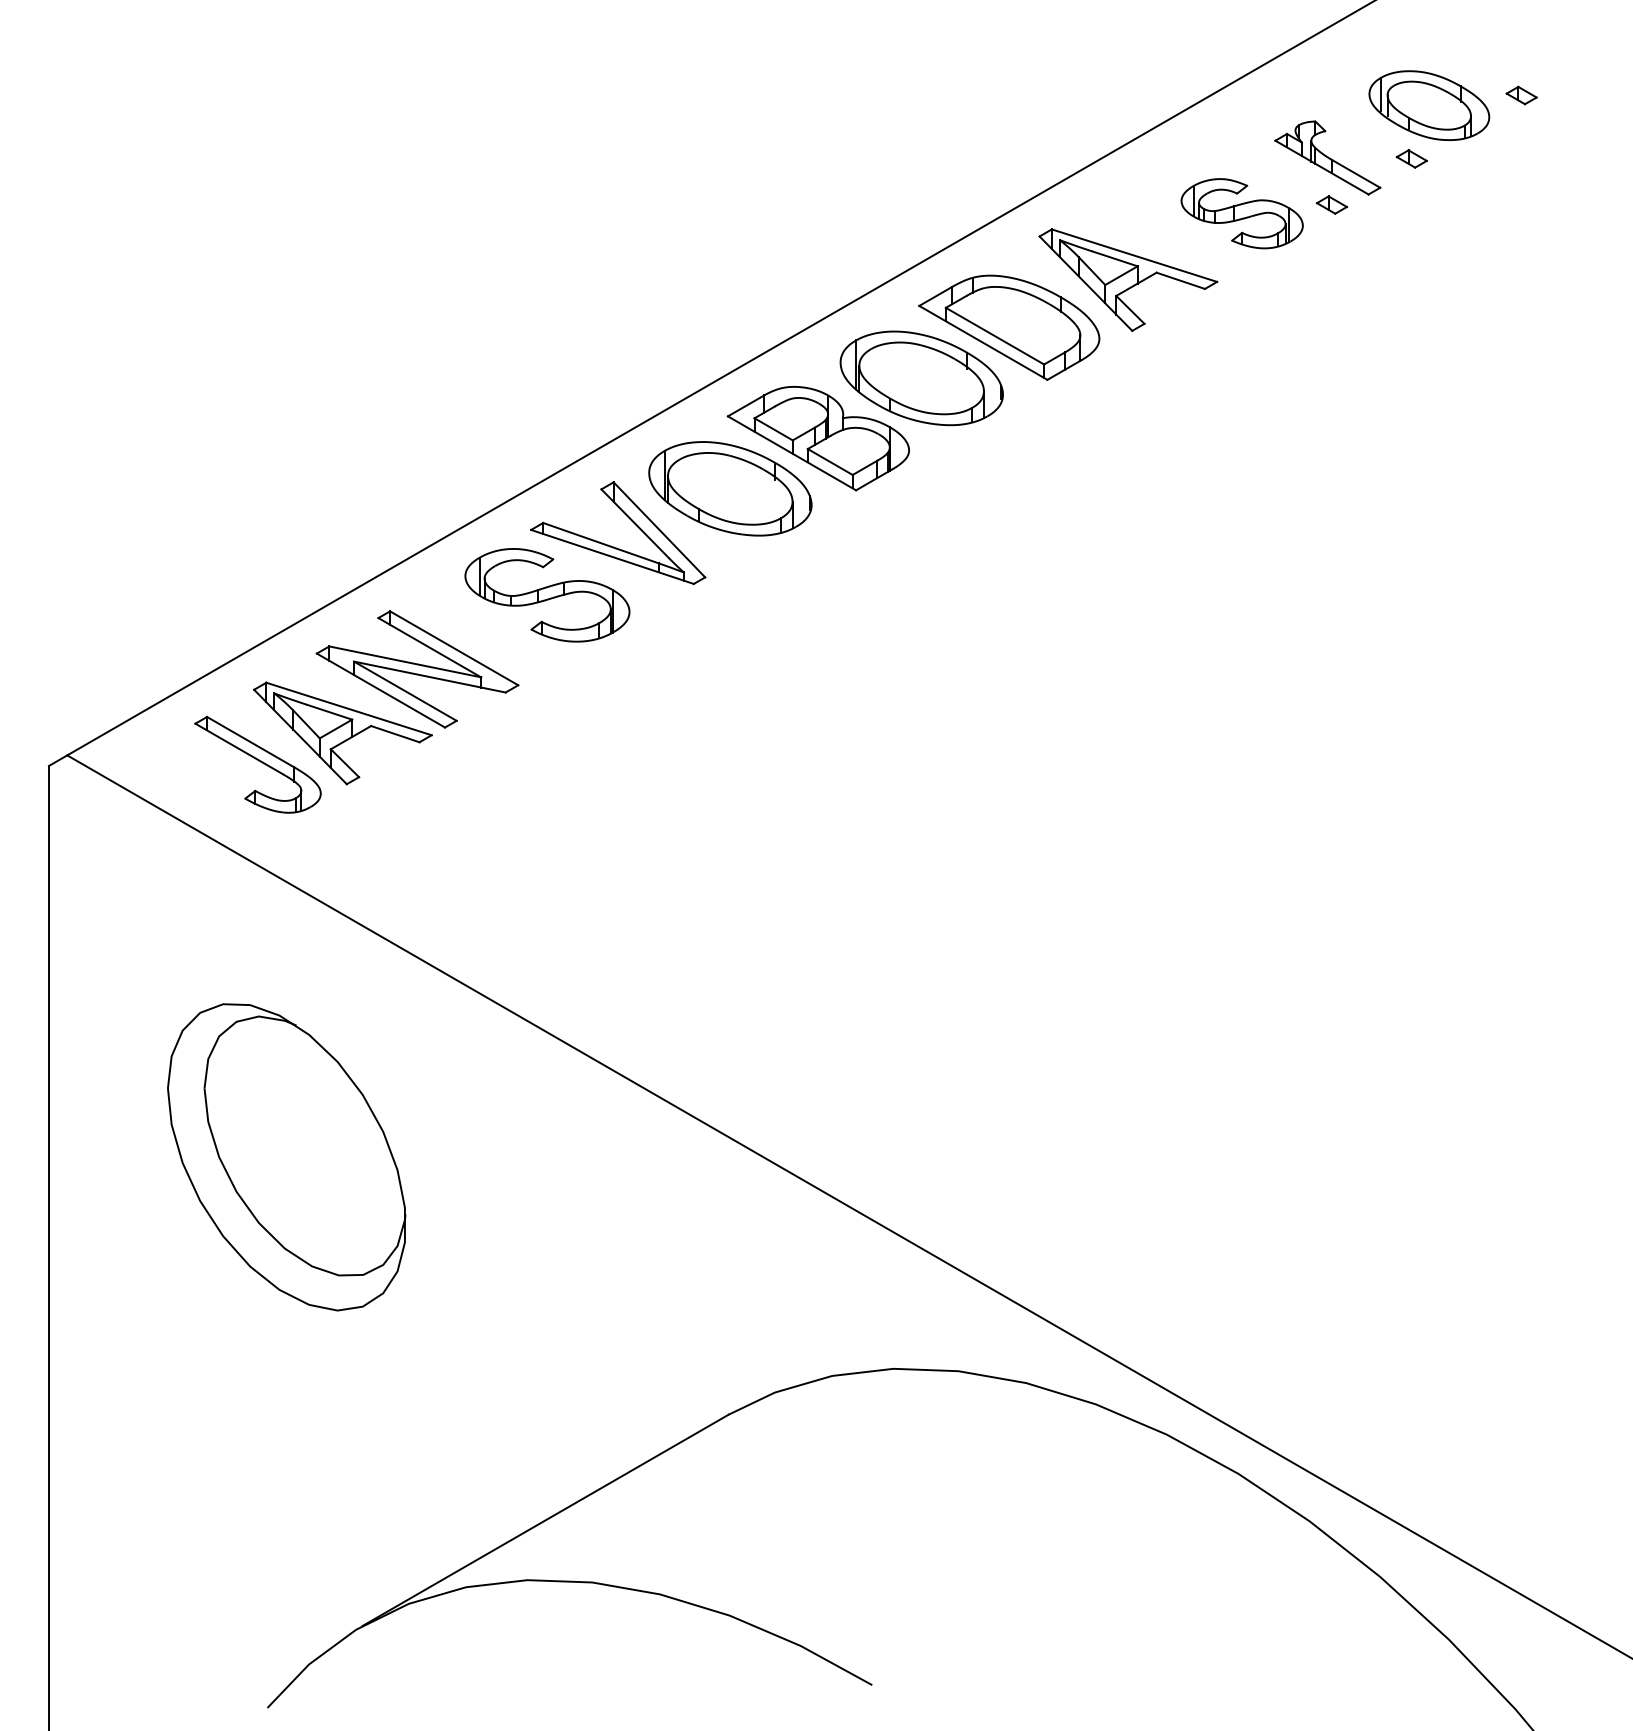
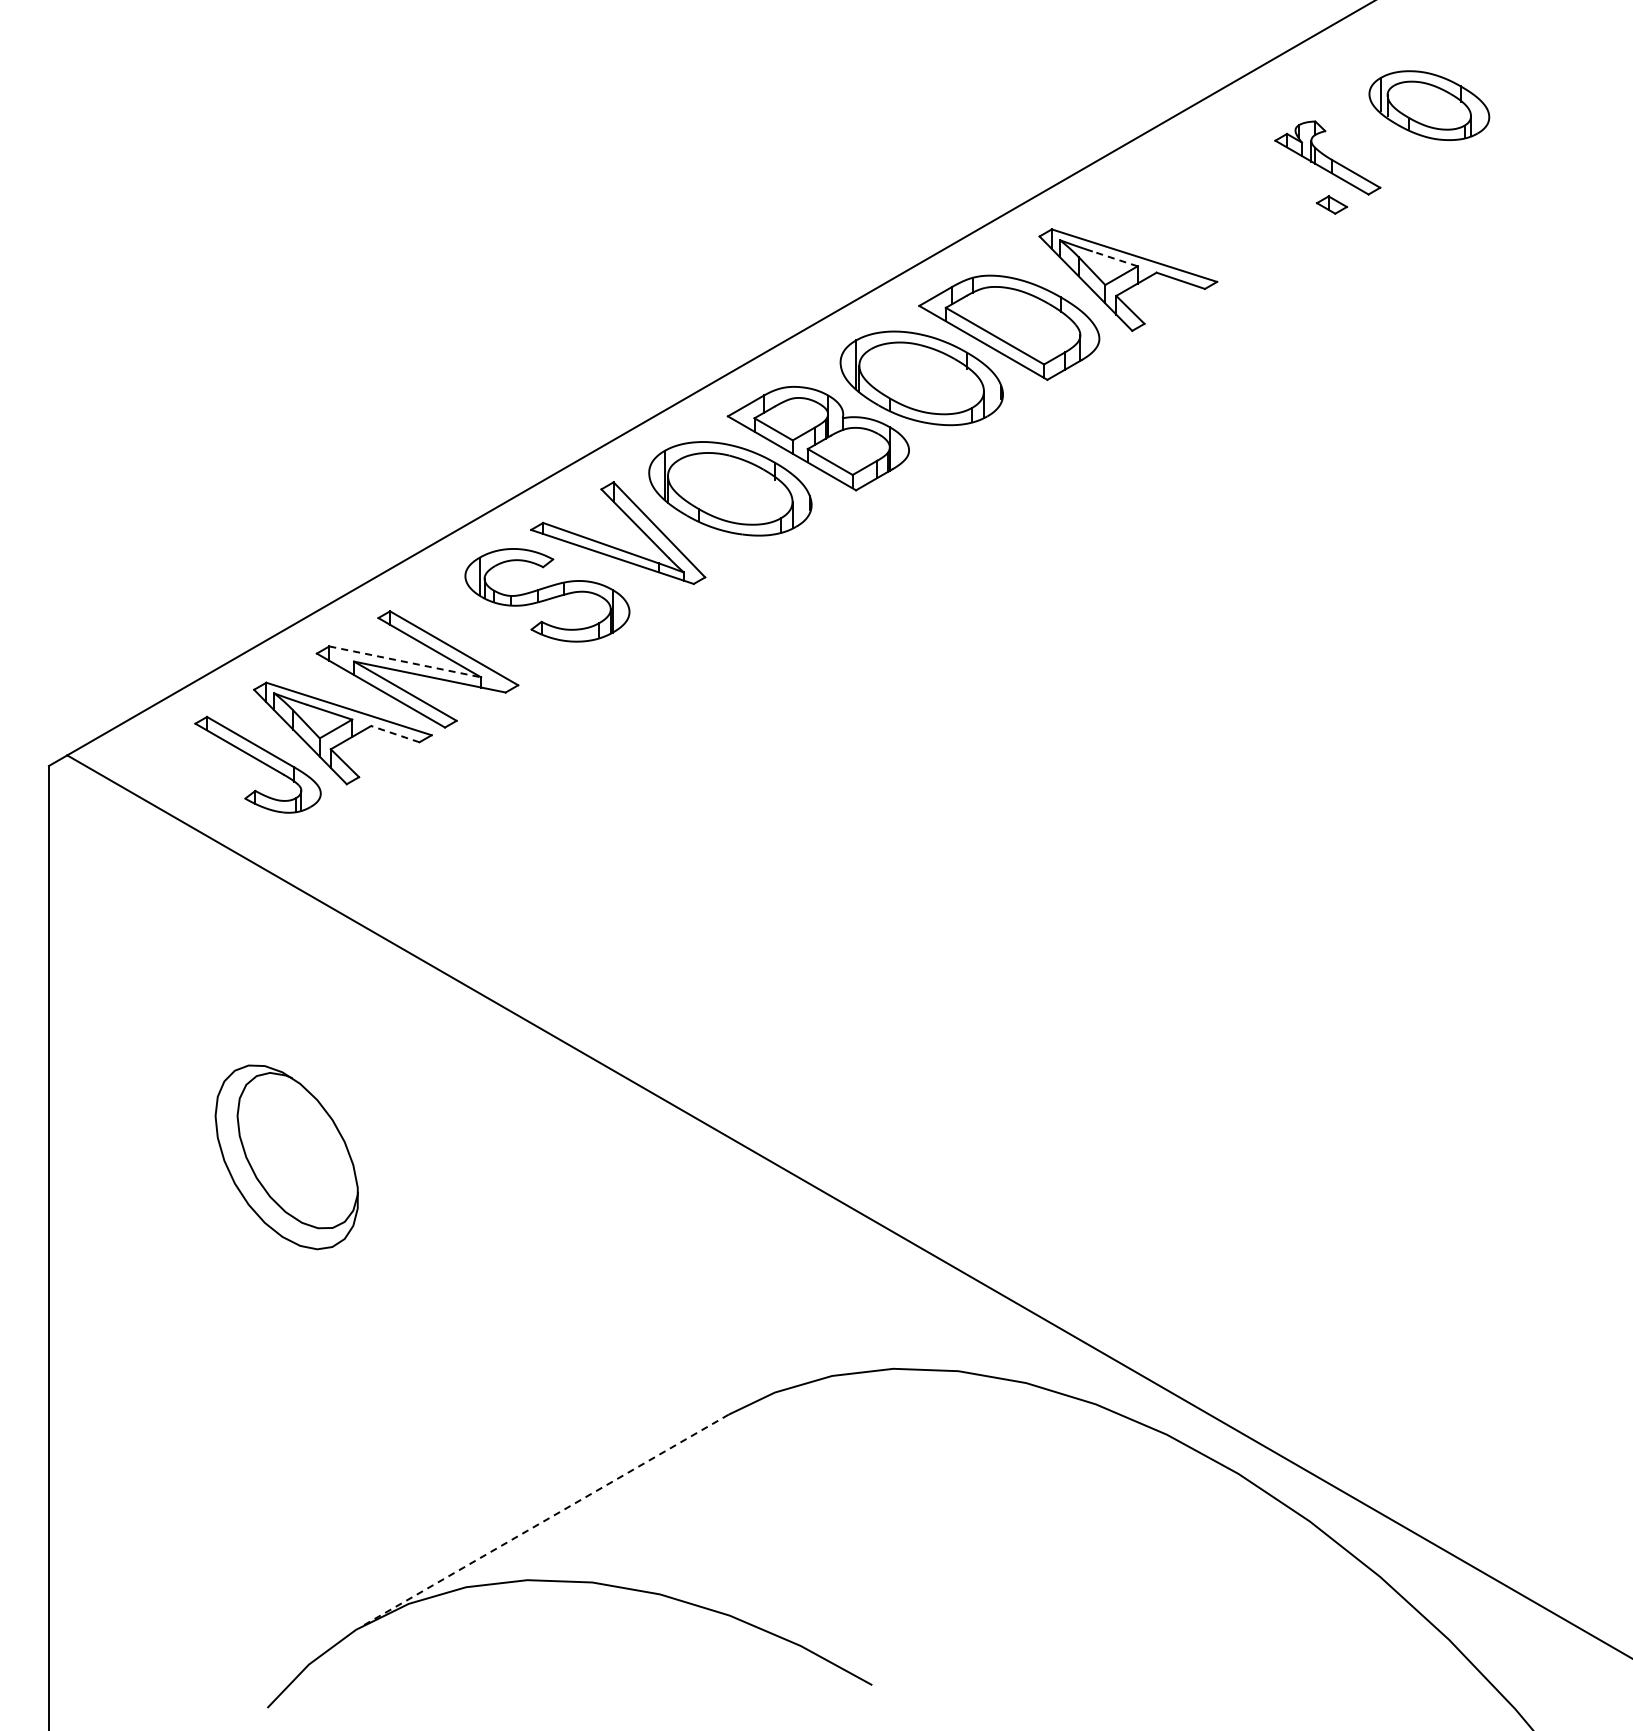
part at (1521, 95): present -> none
part at (1411, 158): present -> none
part at (1241, 213): present -> none
line at (1115, 258): solid -> dashed
line at (405, 662): solid -> dashed
line at (395, 734): solid -> dashed
part at (286, 1157) size: 240x309 px -> 145x187 px
line at (545, 1520): solid -> dashed
